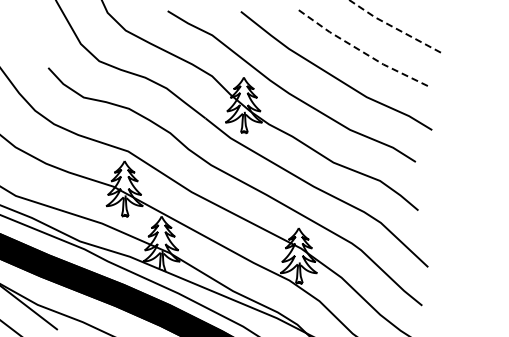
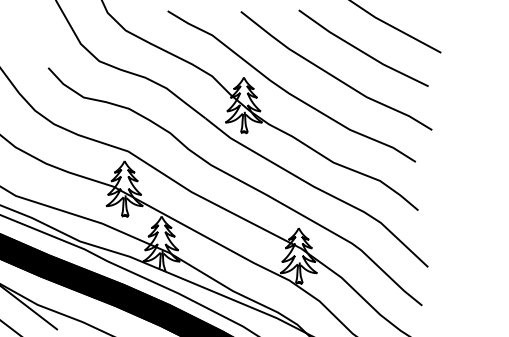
line at (394, 27): dashed -> solid
line at (362, 51): dashed -> solid
